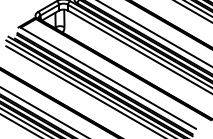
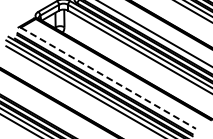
line at (108, 78): solid -> dashed
line at (43, 111): present -> none
